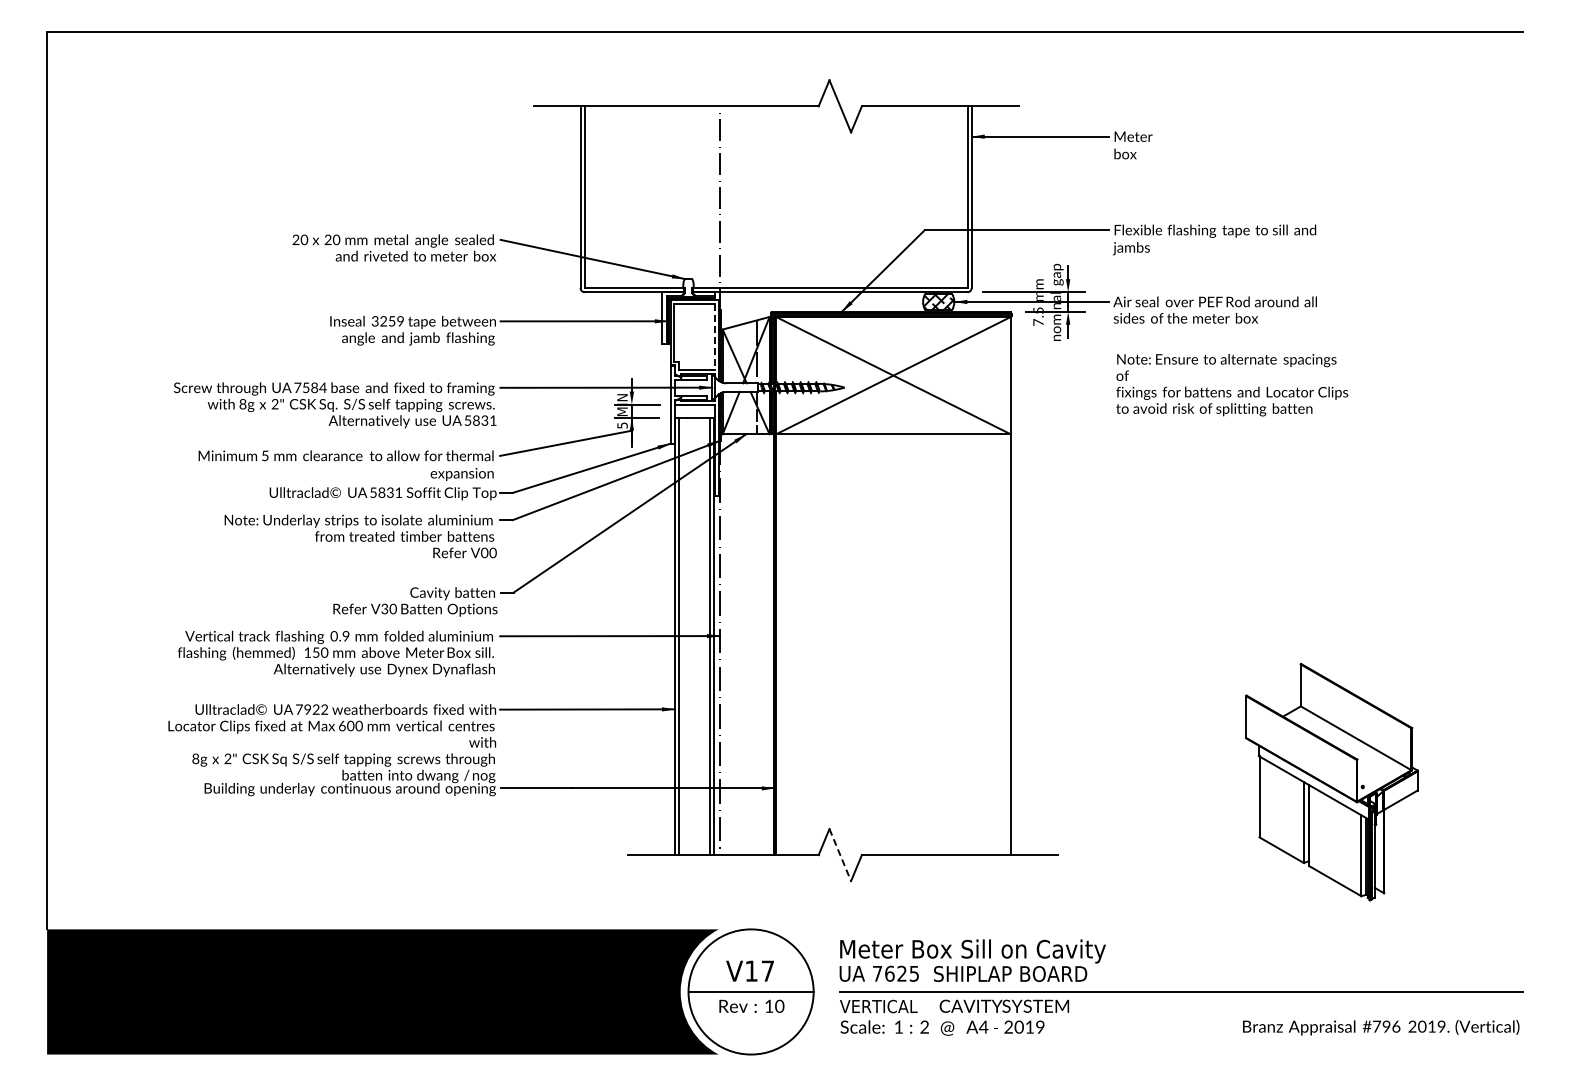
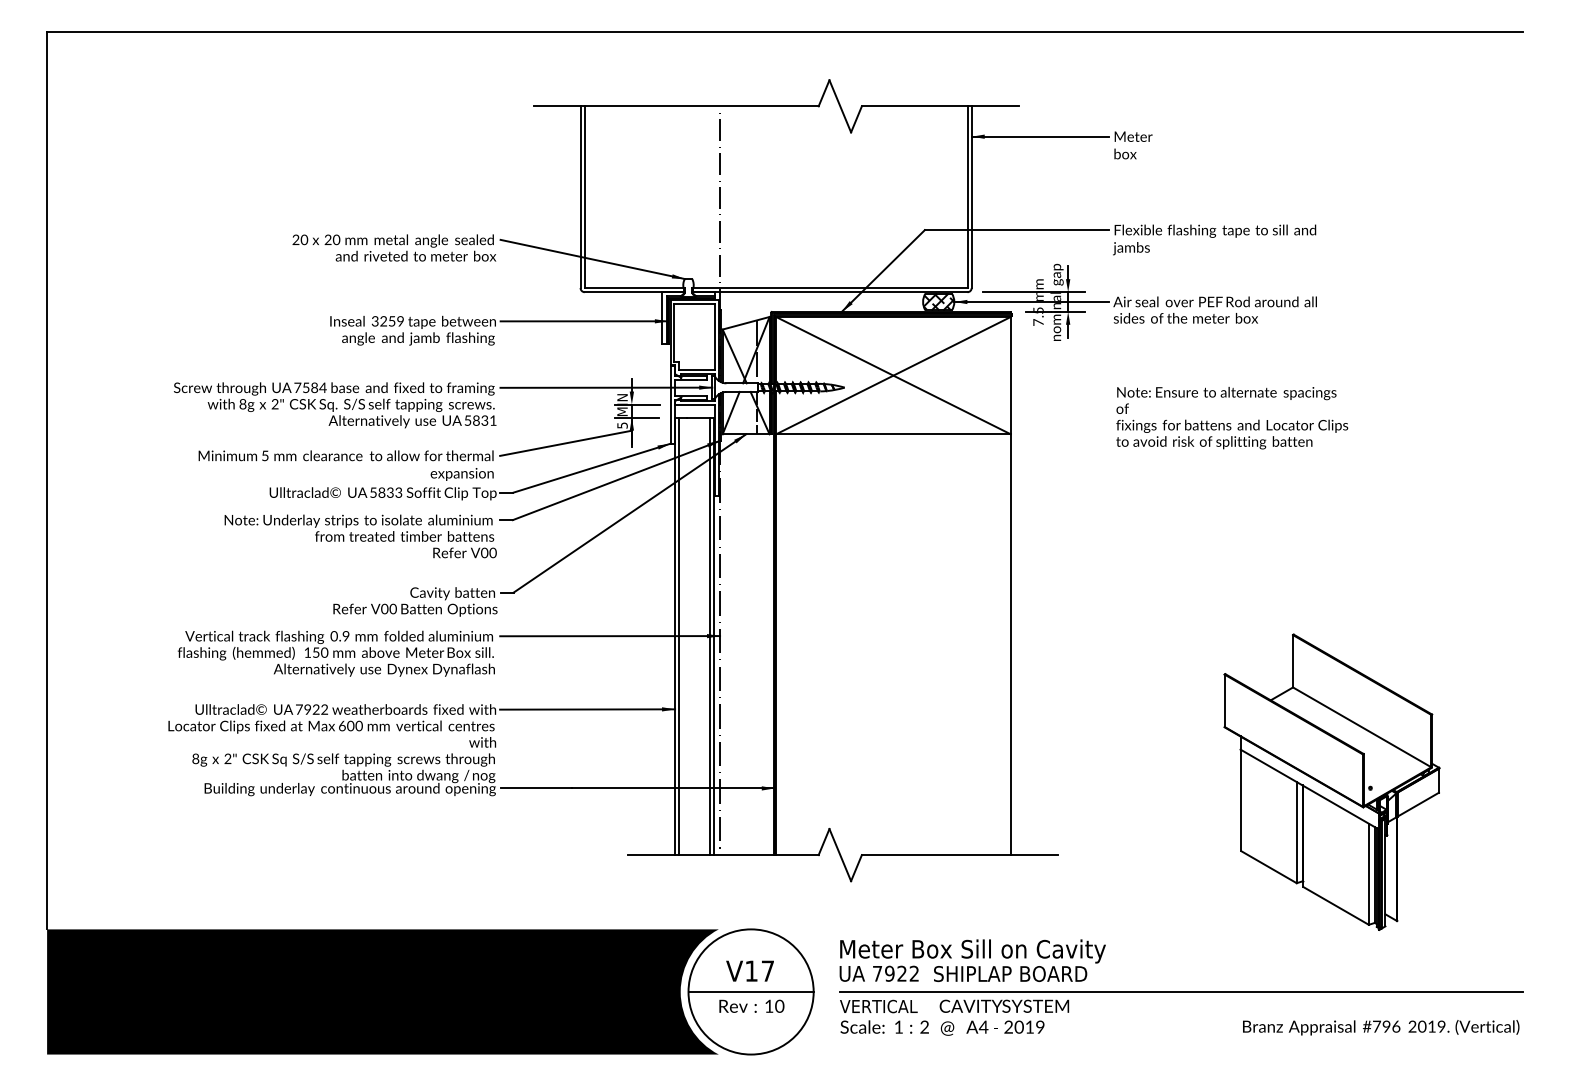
line at (714, 337): dashed -> solid
text at (1232, 385) position: (1232, 385) -> (1232, 418)
text at (398, 492): 5831 -> 5833
text at (384, 608): V30 -> V00
part at (1331, 782) size: 174x239 px -> 218x298 px
line at (840, 855): dashed -> solid
text at (901, 973): 7625 -> 7922
